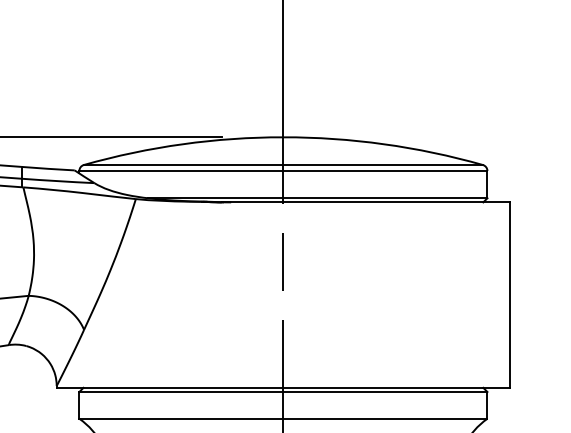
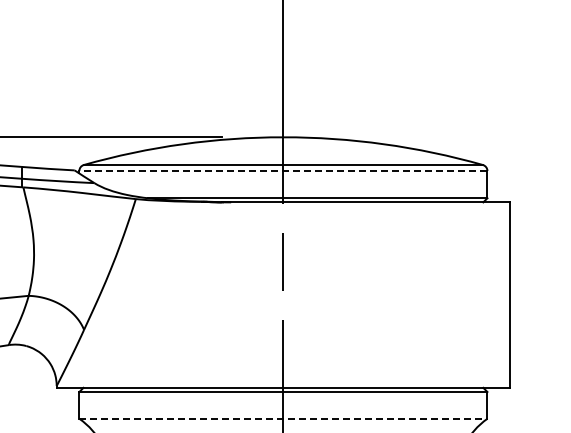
line at (282, 170): solid -> dashed
line at (283, 418): solid -> dashed
